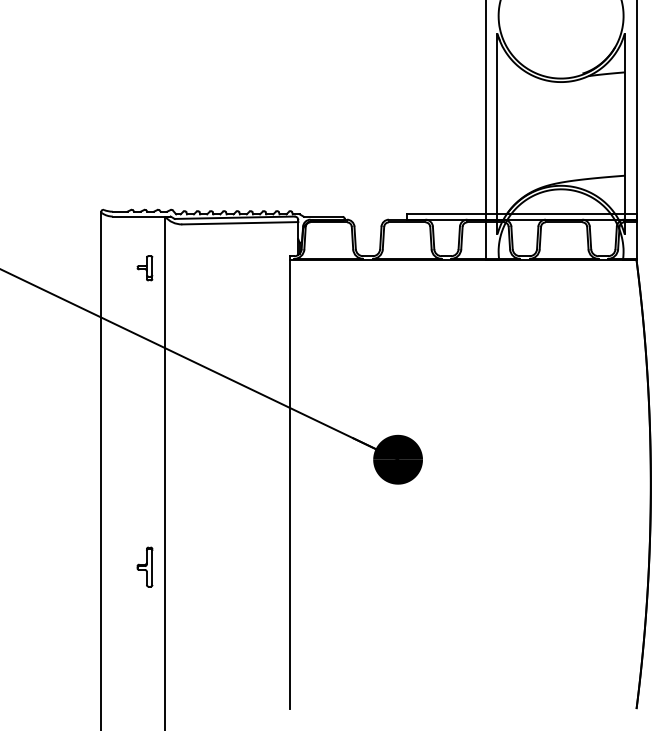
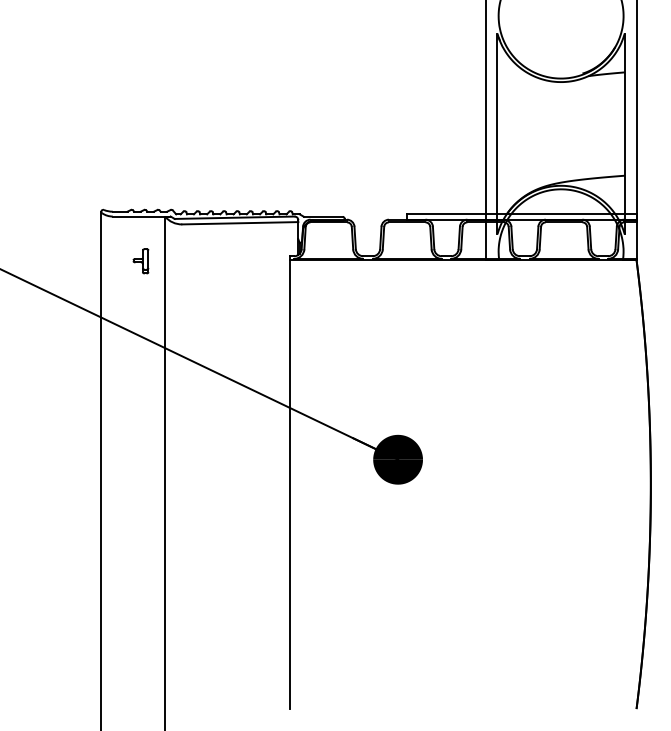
part at (144, 268) position: (144, 268) -> (140, 261)
part at (144, 566): present -> none
